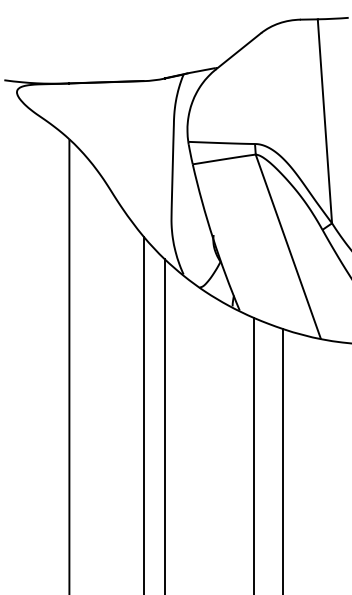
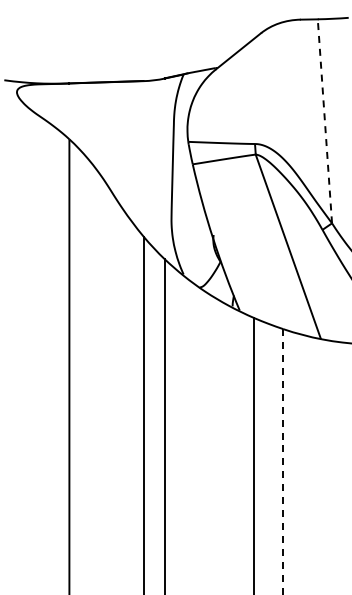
line at (324, 120): solid -> dashed
line at (283, 462): solid -> dashed
